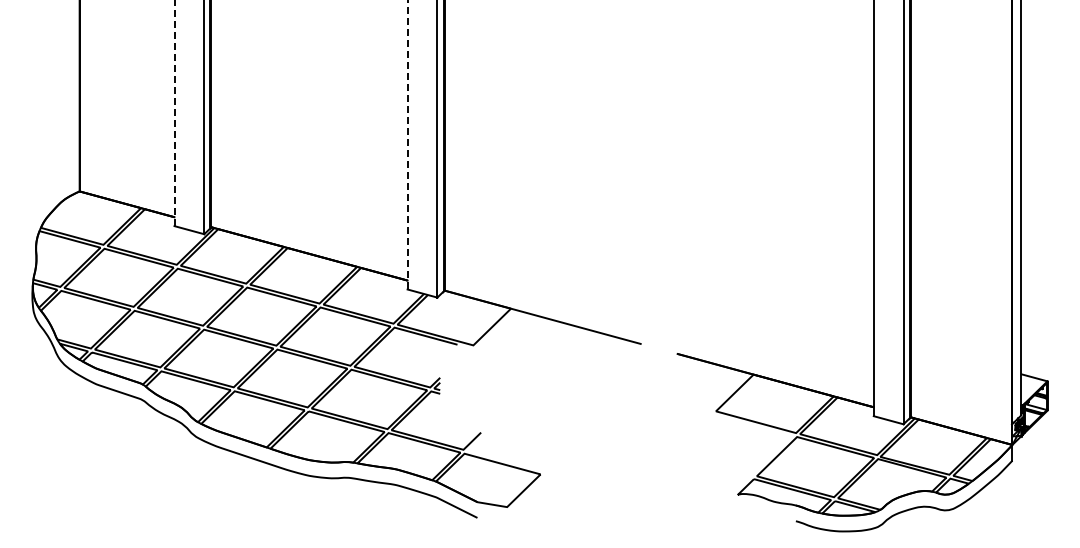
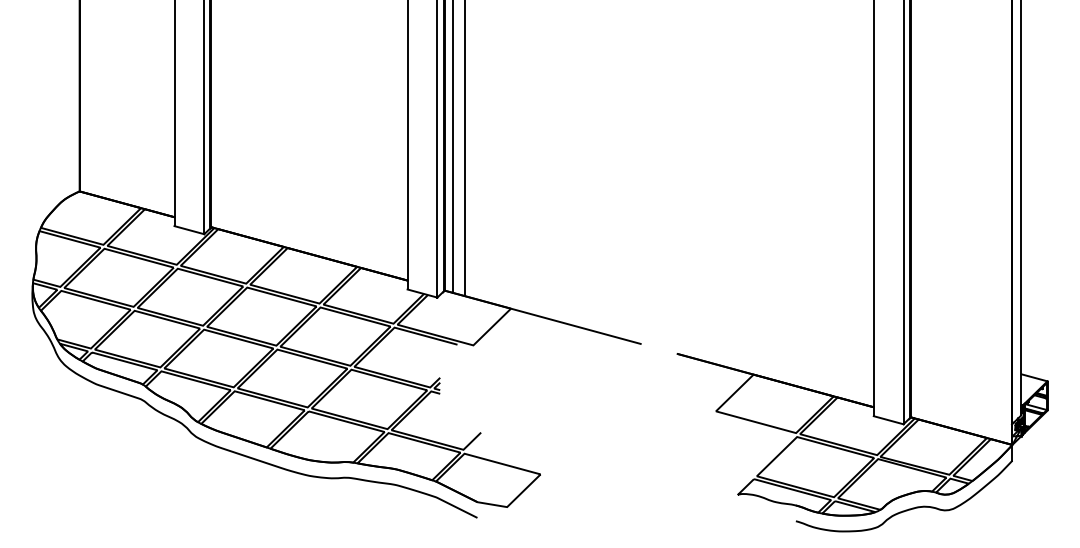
line at (174, 113): dashed -> solid
line at (407, 145): dashed -> solid
line at (453, 147): none -> present
line at (464, 149): none -> present
